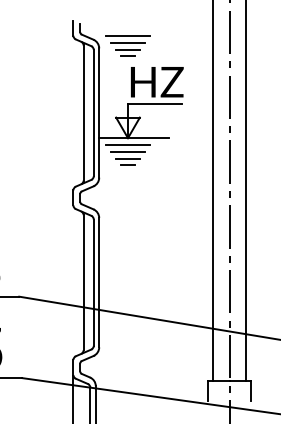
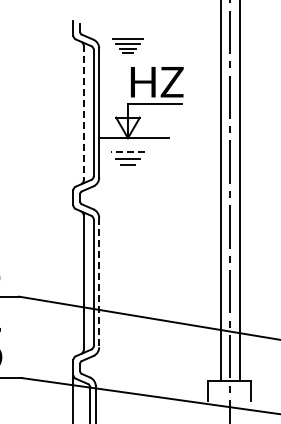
part at (127, 45) size: 46x22 px -> 32x16 px
line at (83, 113): solid -> dashed
line at (127, 144): present -> none
line at (128, 151): solid -> dashed
line at (212, 191) position: (212, 191) -> (220, 191)
line at (246, 191) position: (246, 191) -> (240, 191)
line at (99, 282): solid -> dashed
